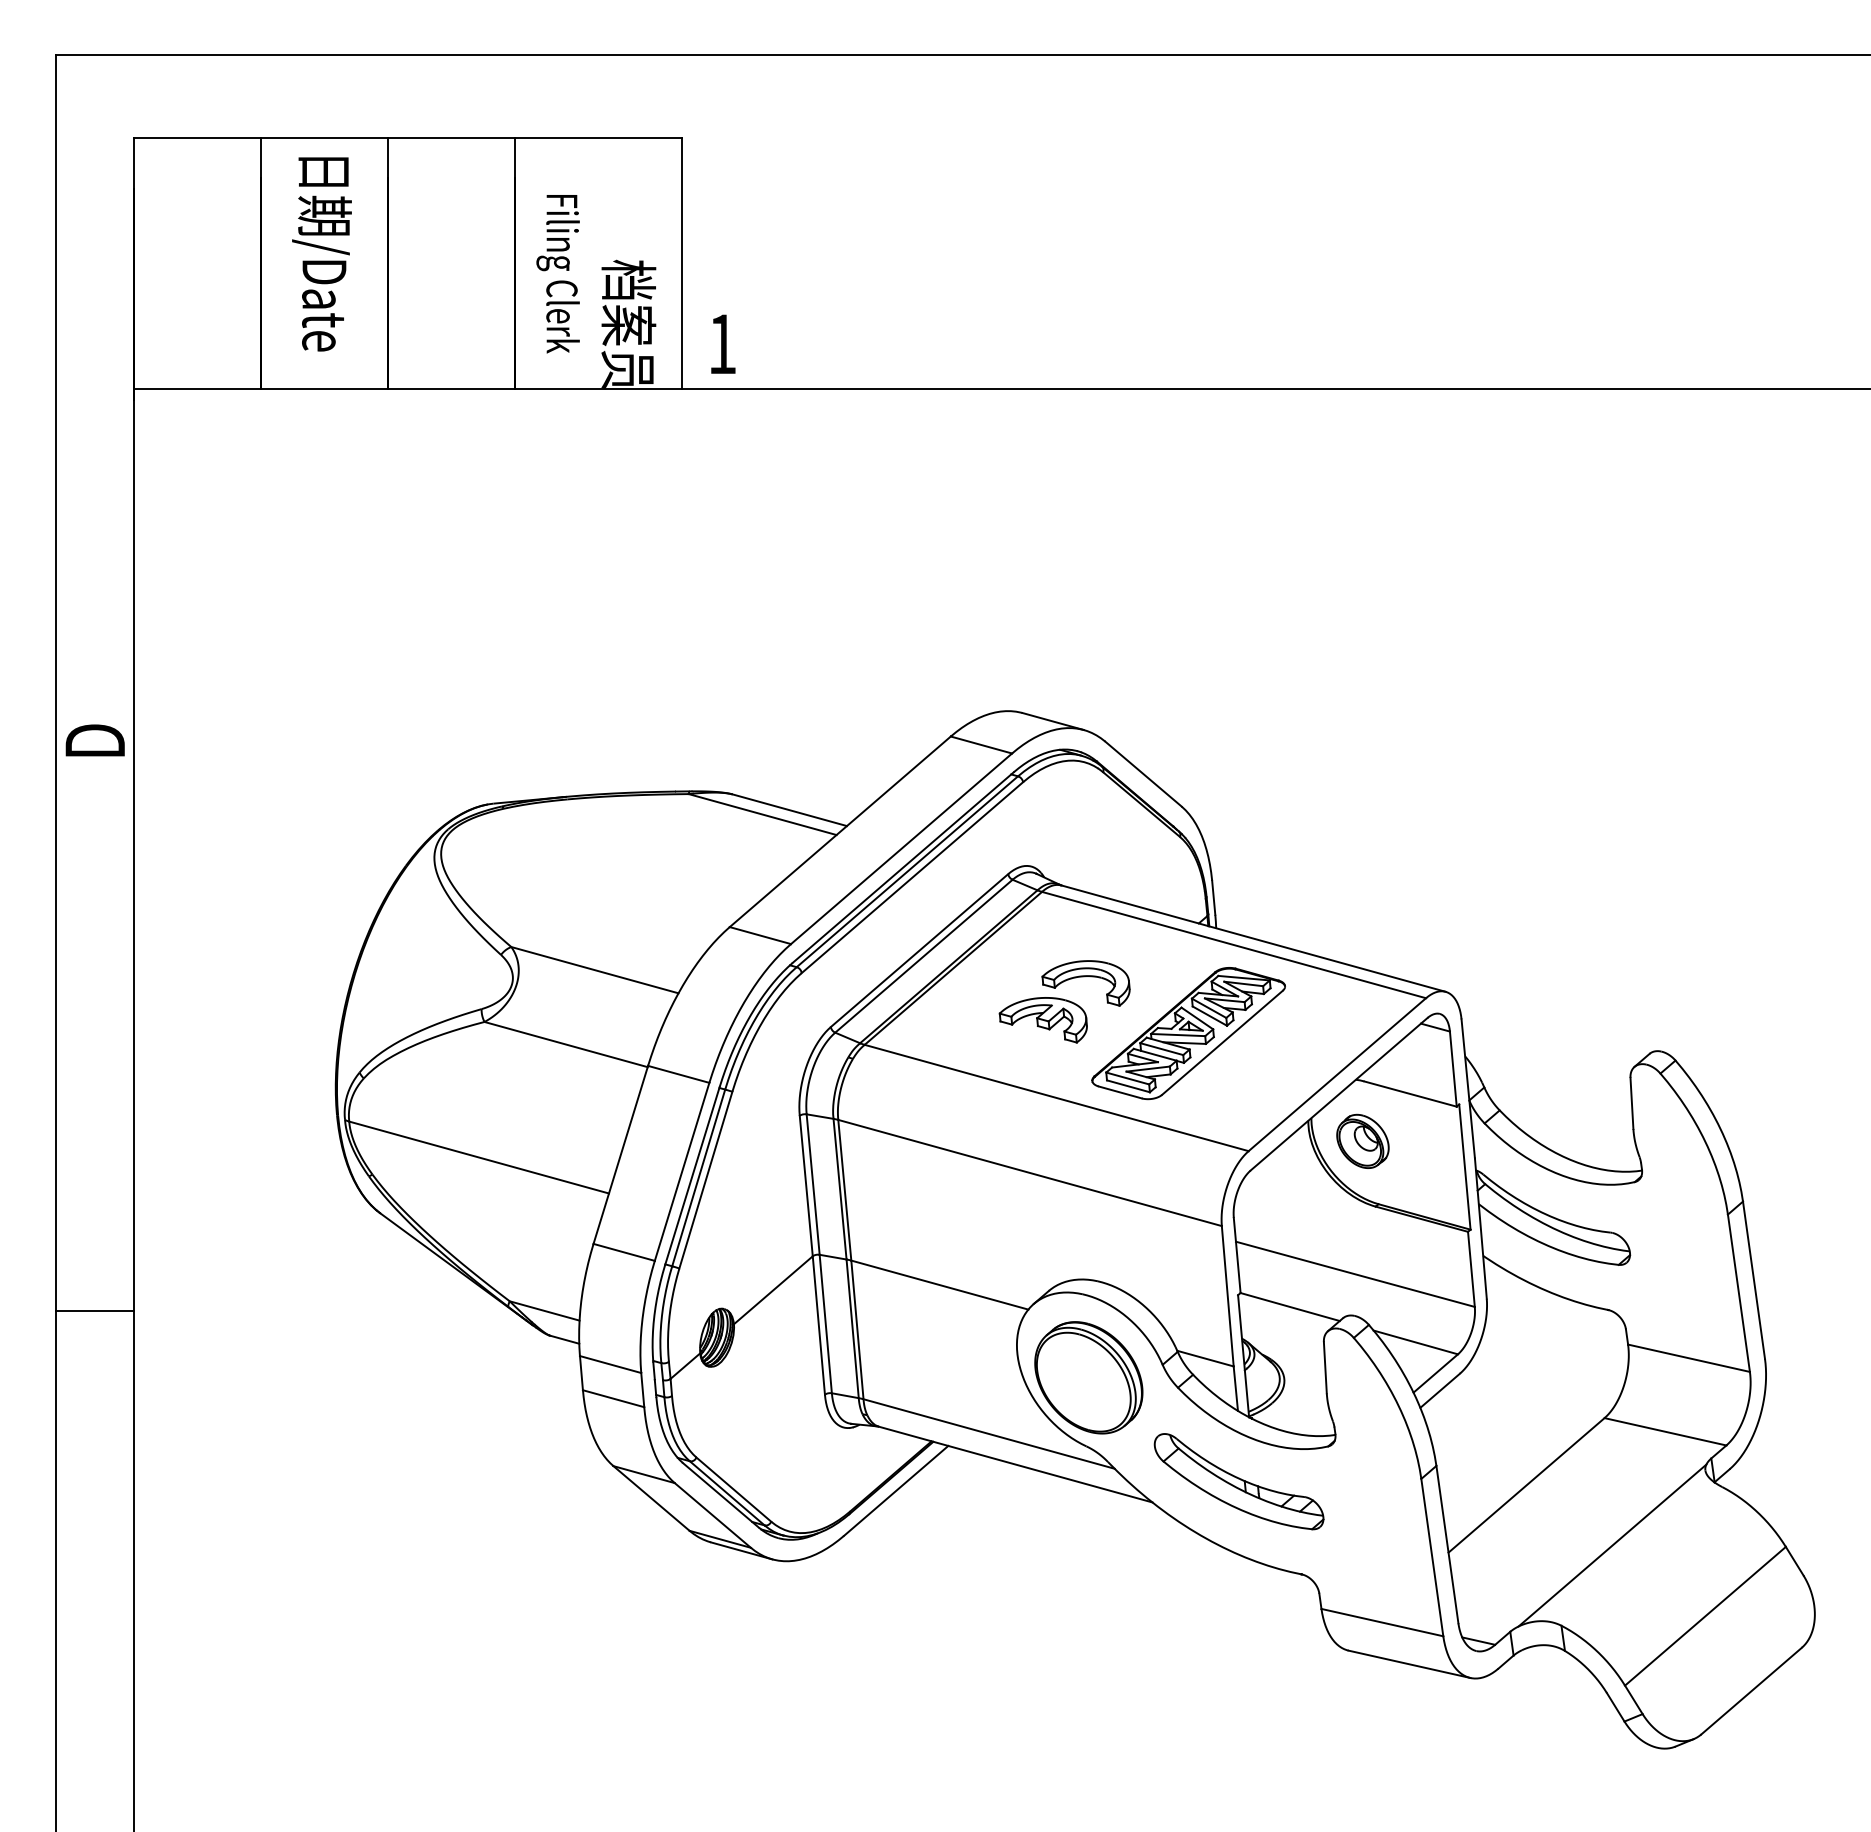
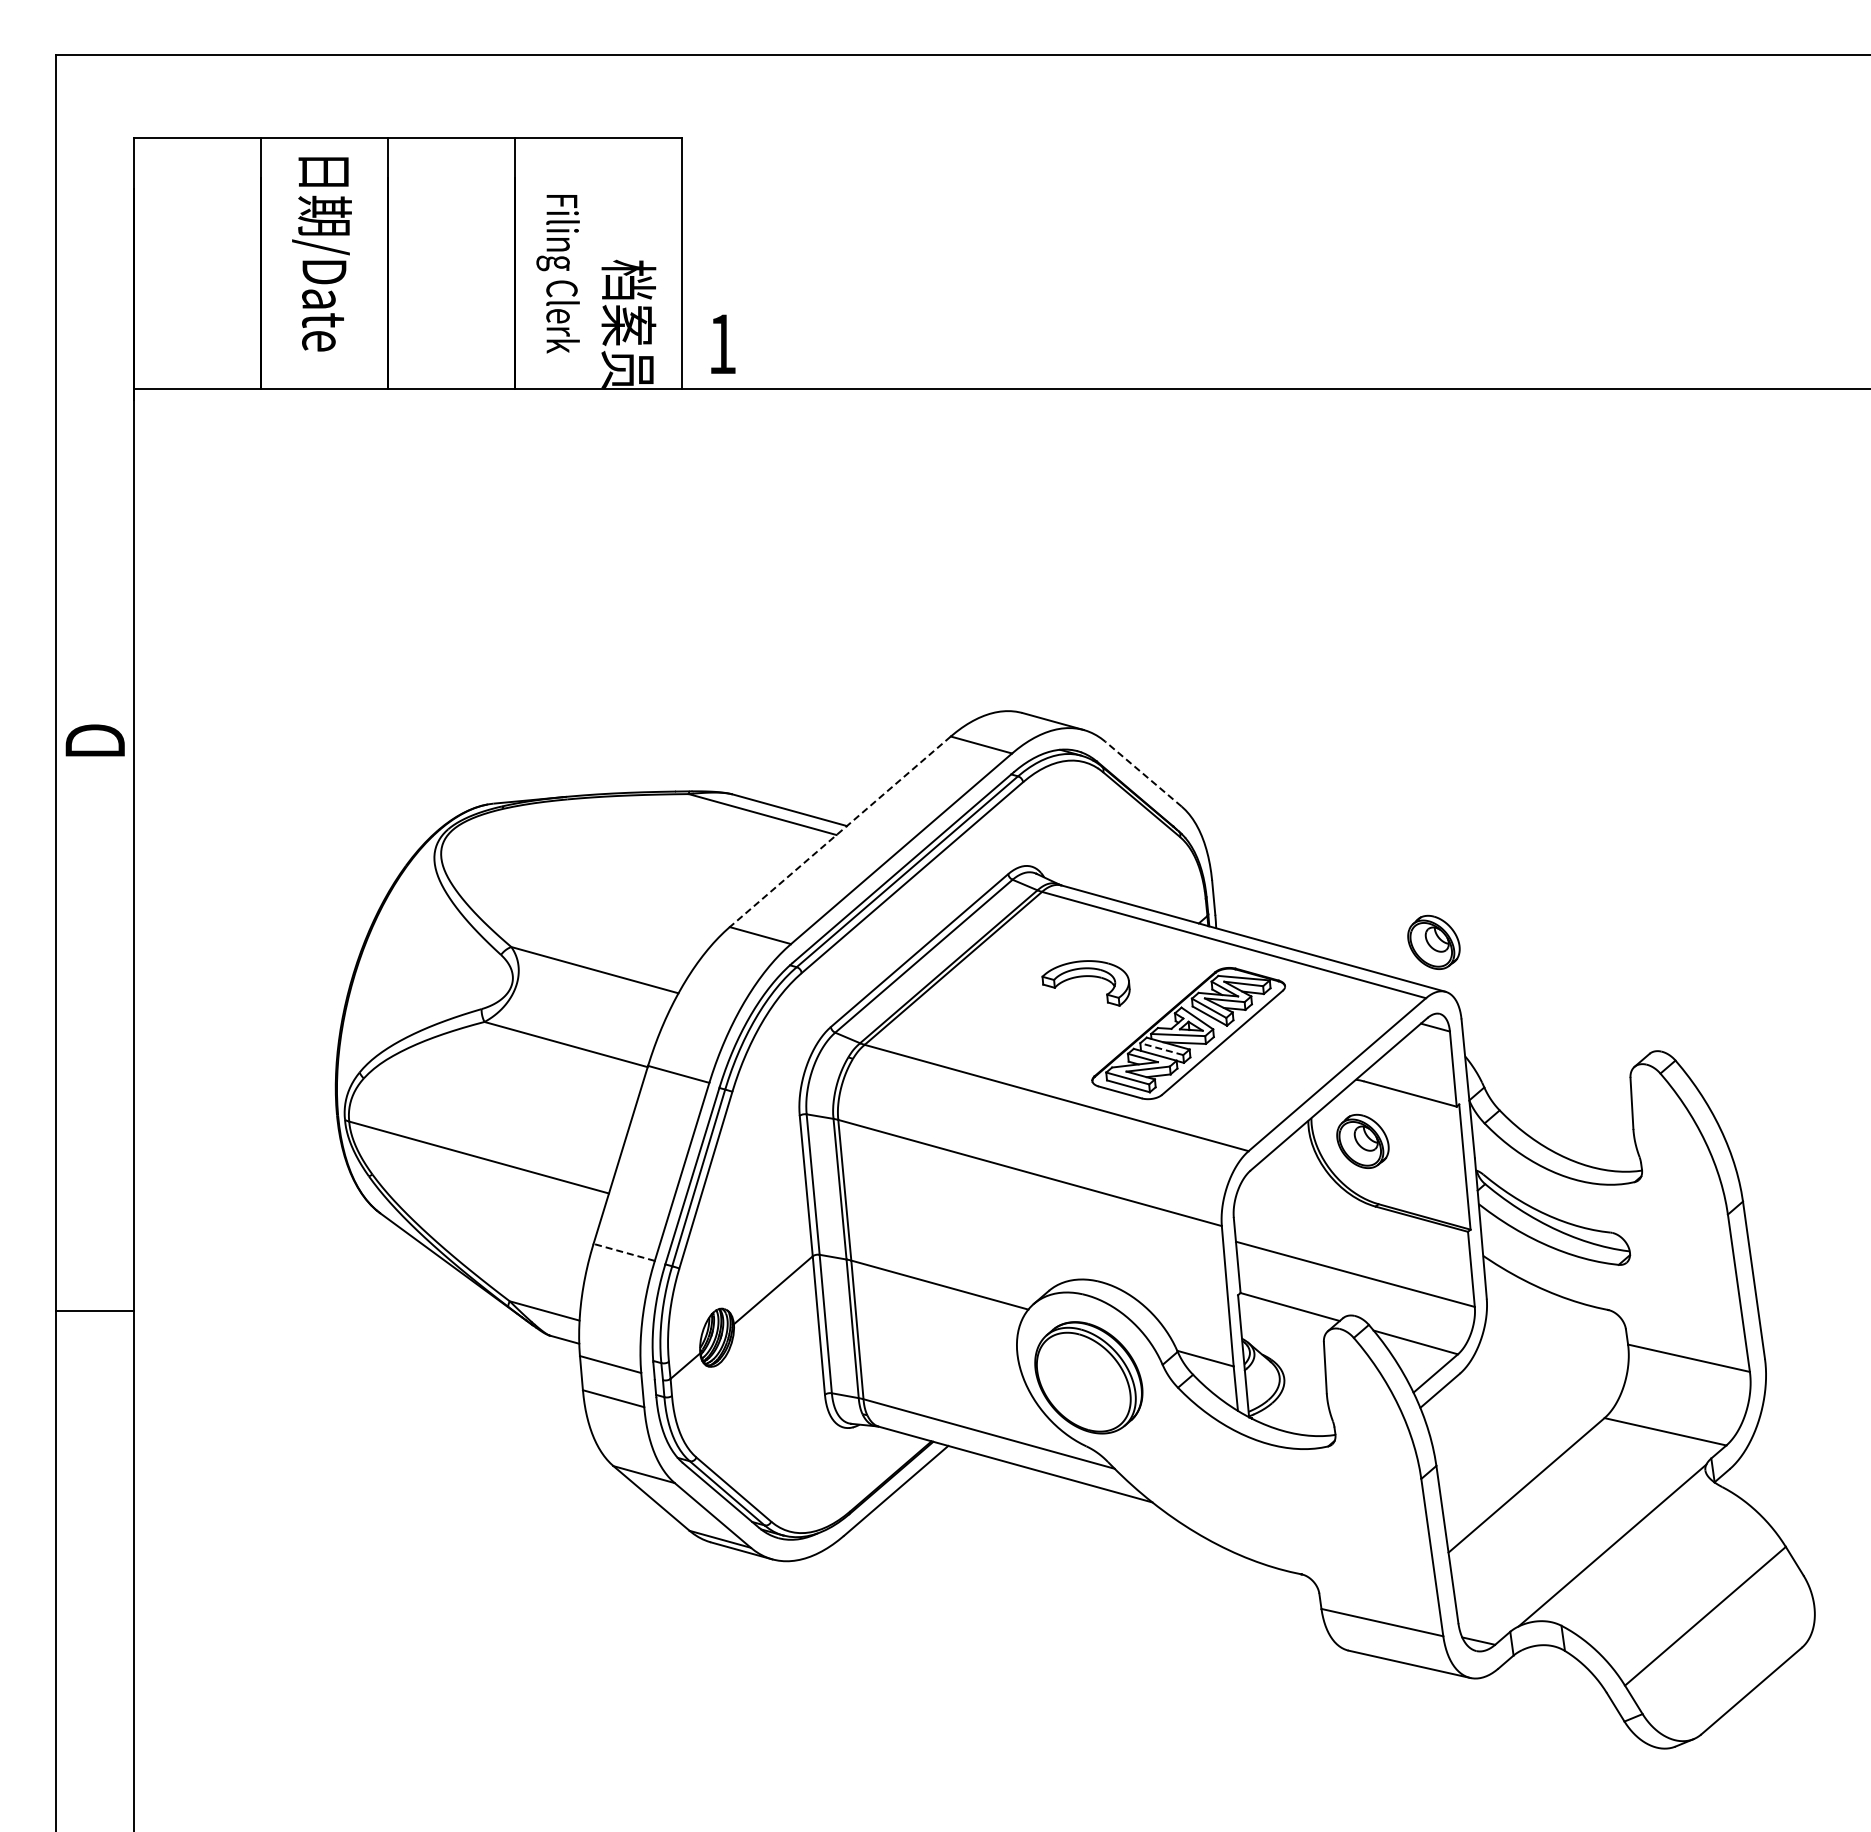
line at (1143, 773): solid -> dashed
line at (840, 831): solid -> dashed
part at (1433, 941): none -> present
part at (1042, 1020): present -> none
line at (1161, 1049): solid -> dashed
line at (624, 1252): solid -> dashed
part at (1238, 1481): present -> none
